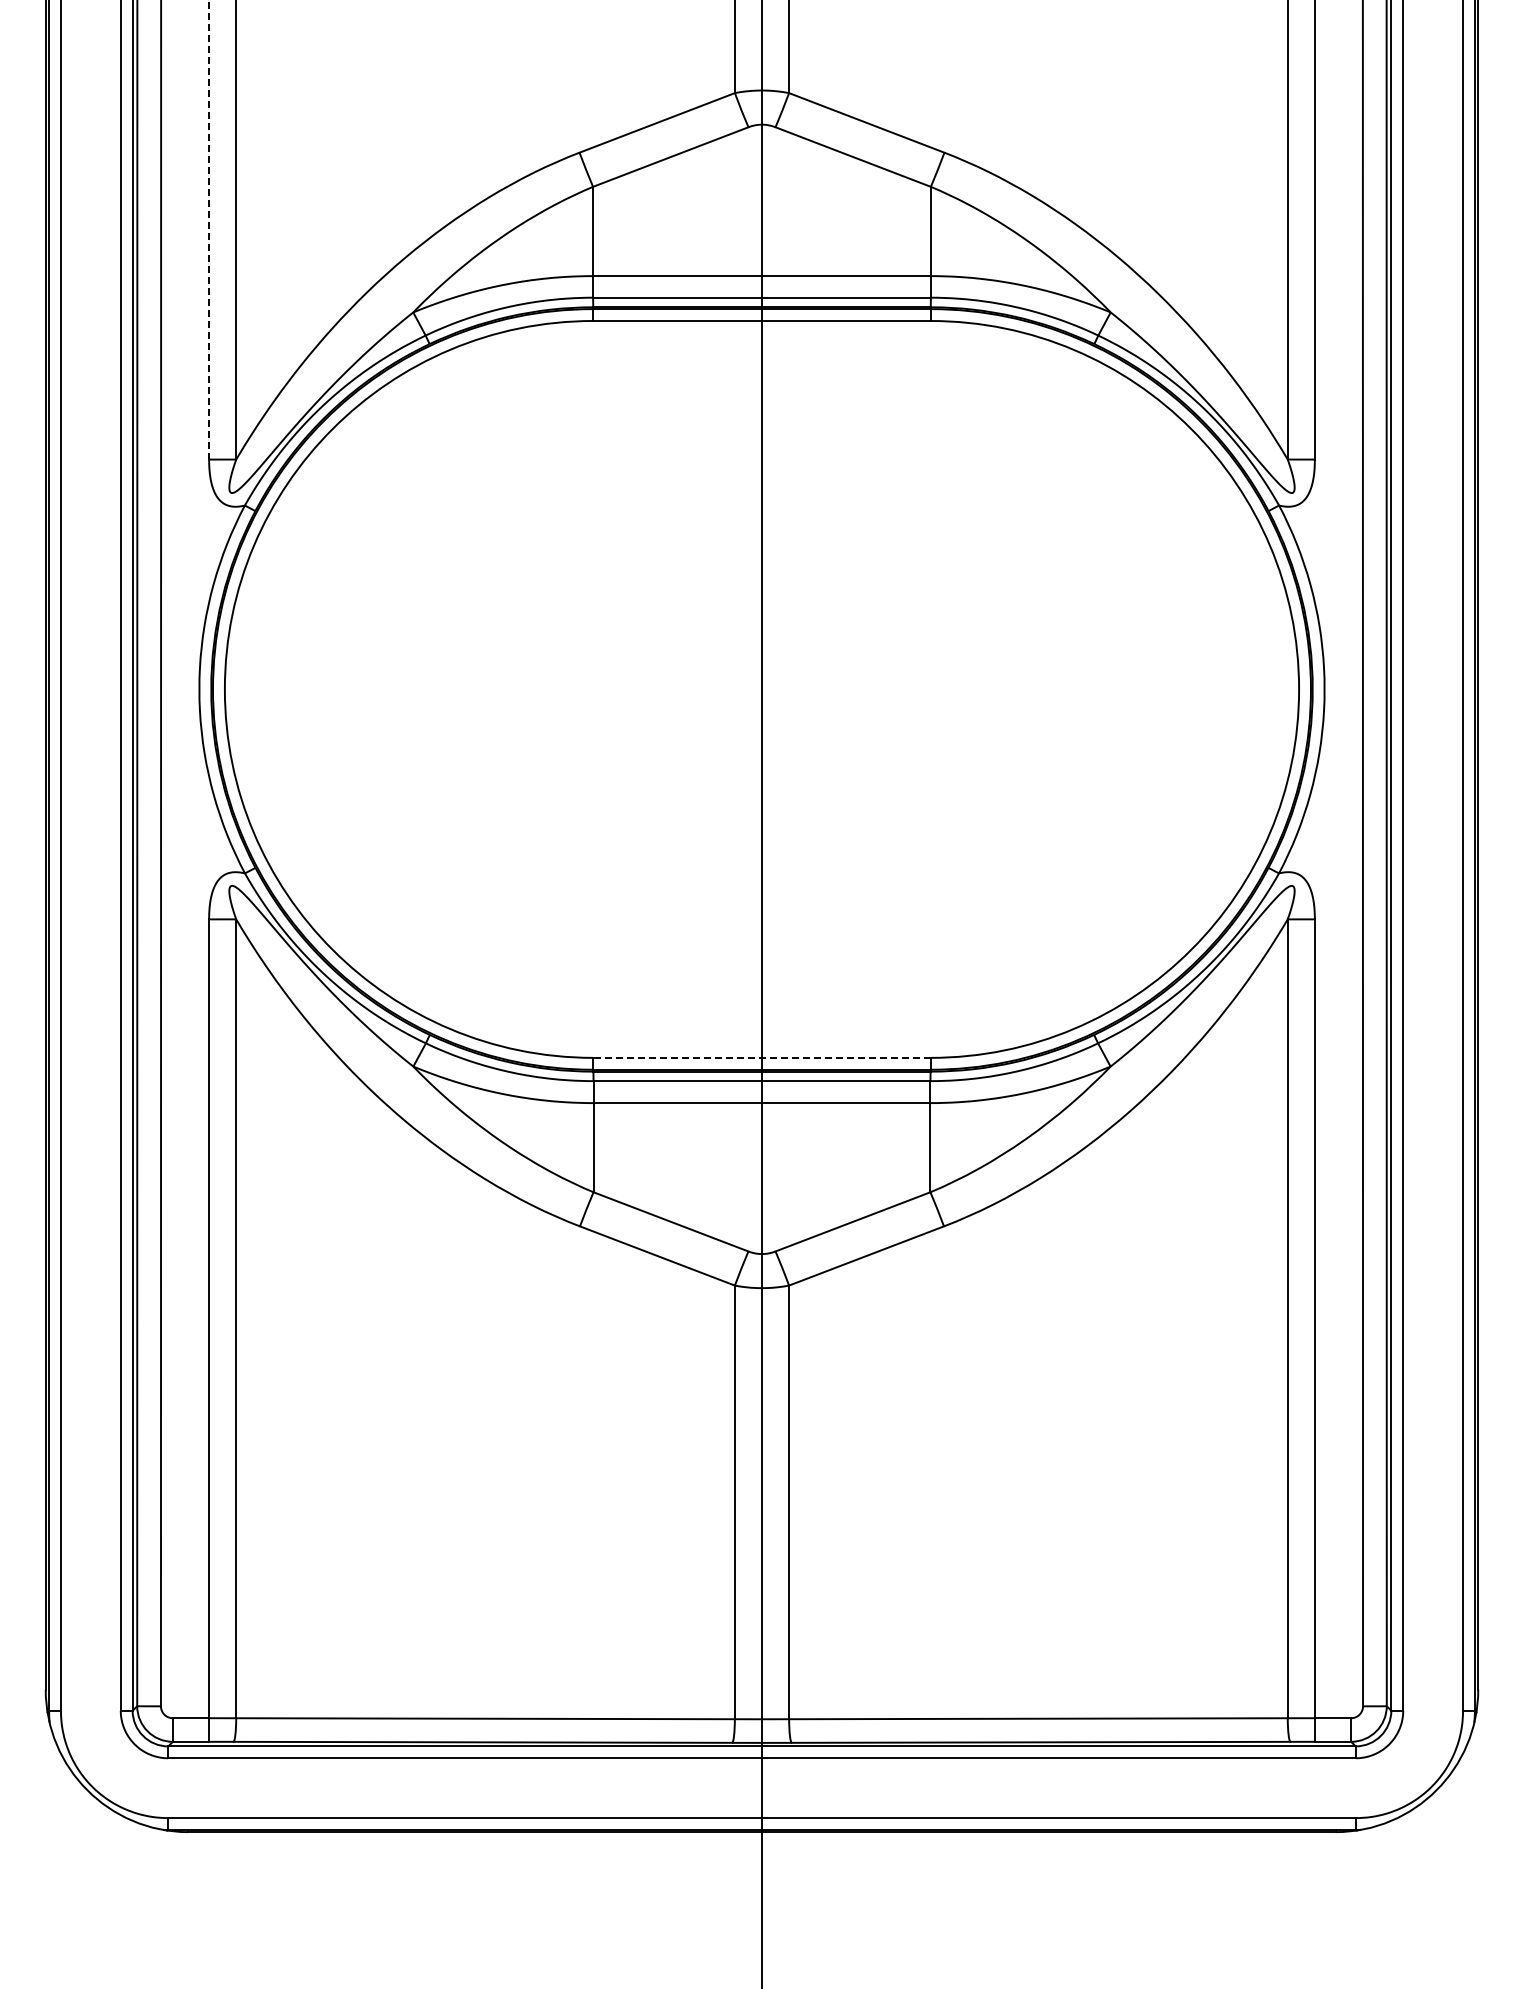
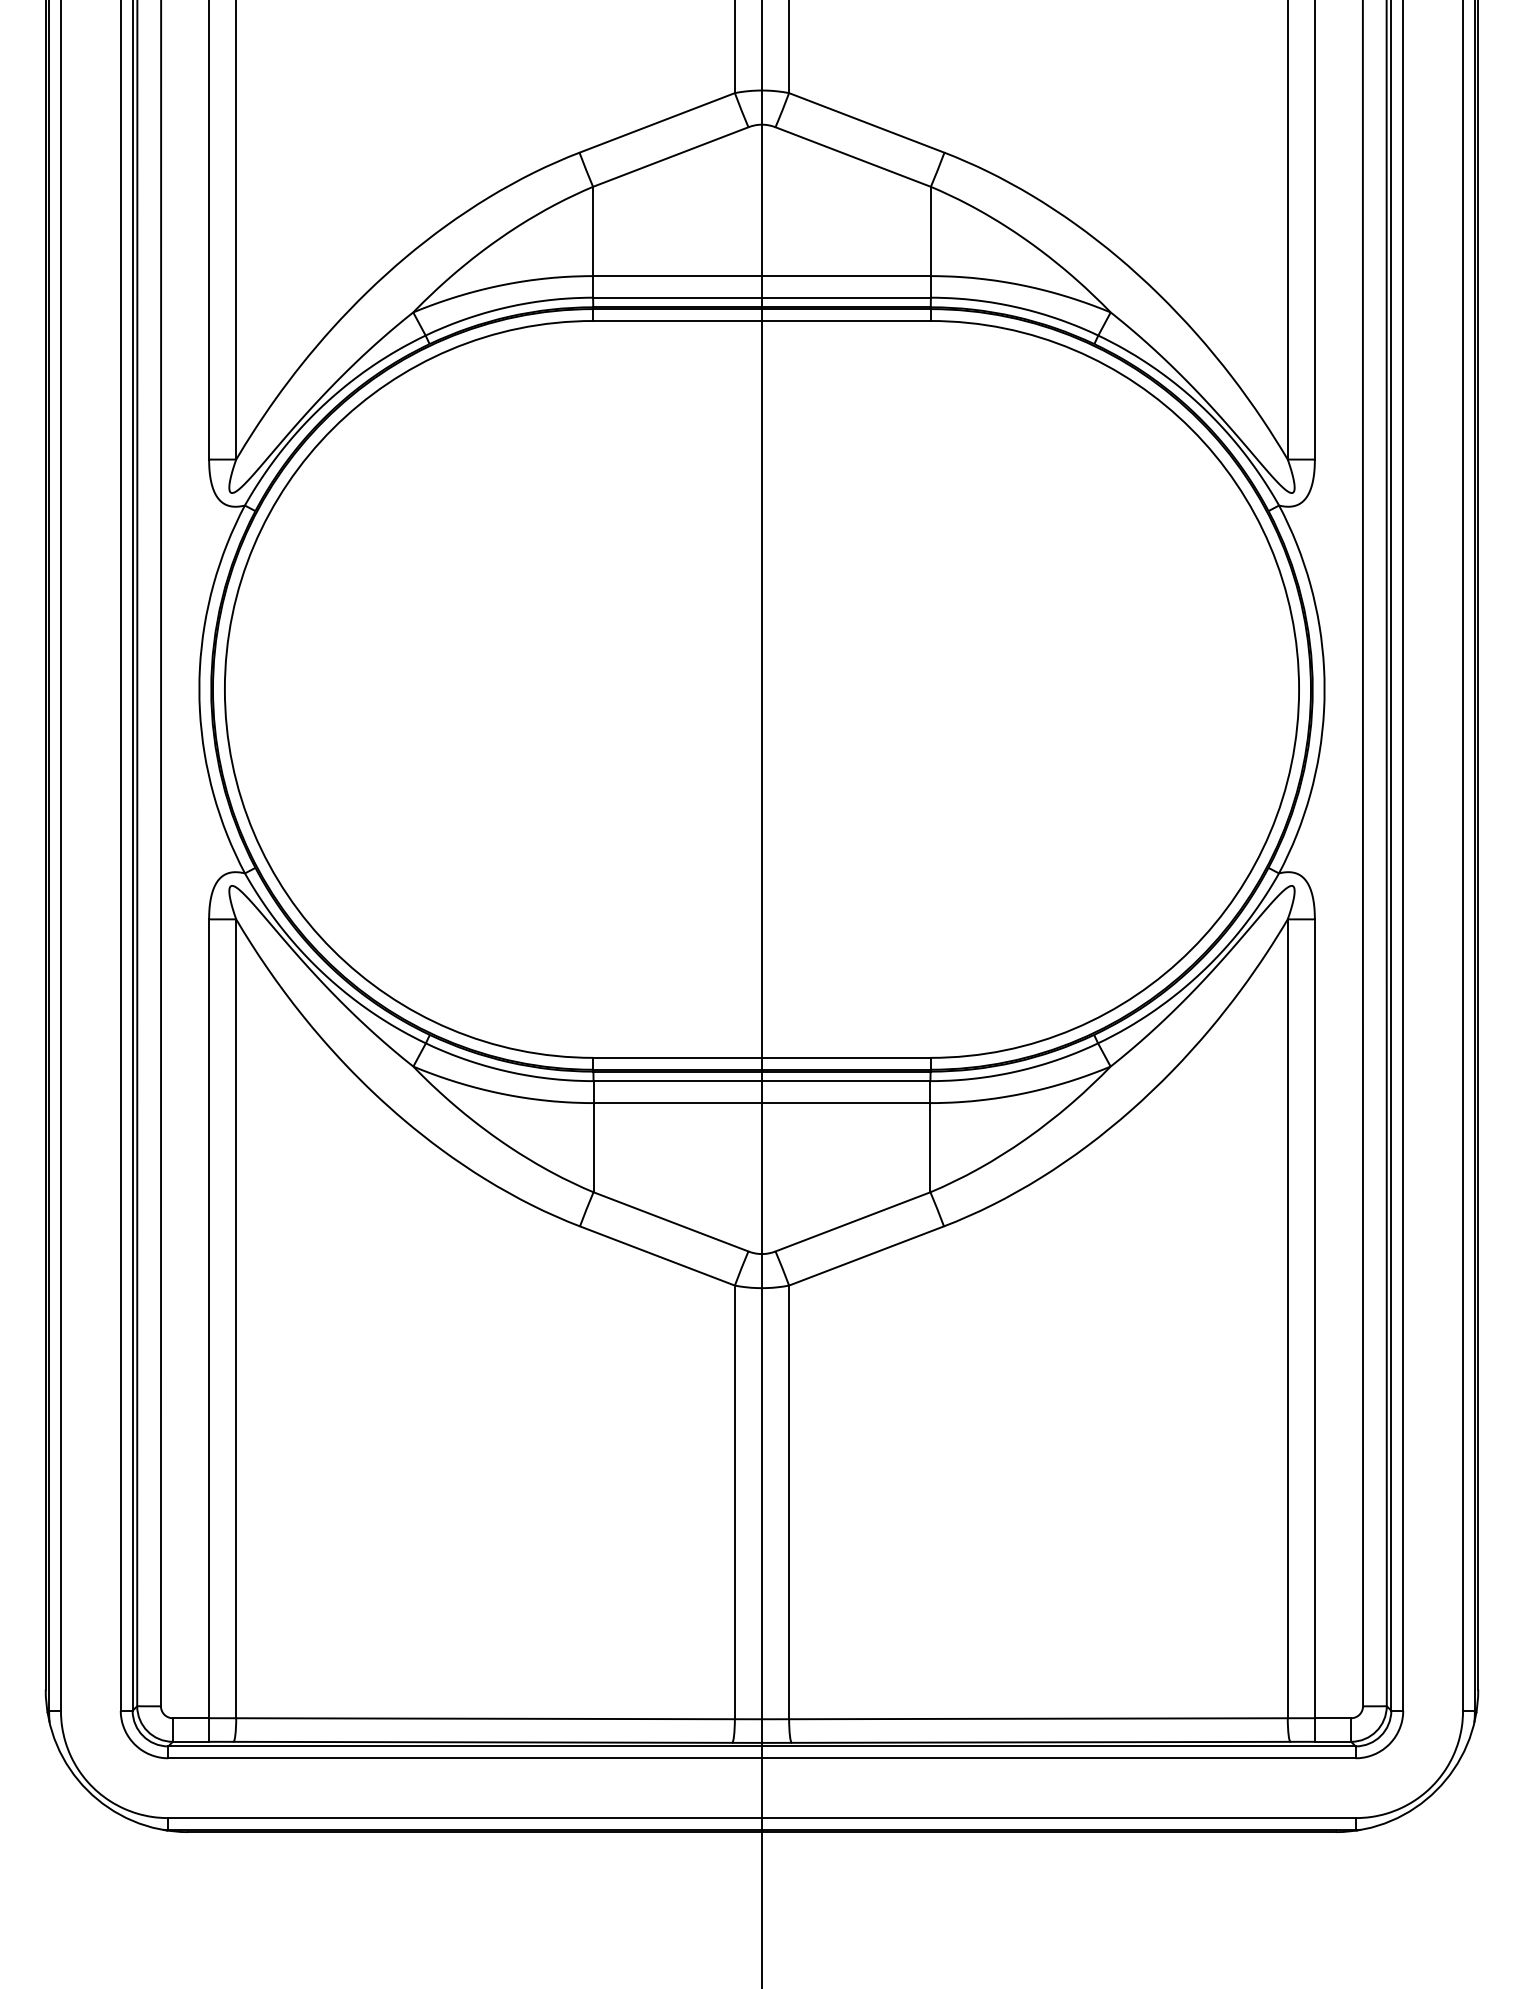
line at (209, 229): dashed -> solid
line at (761, 1057): dashed -> solid
